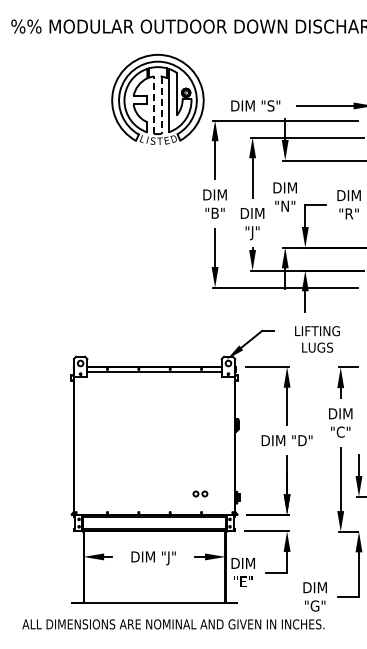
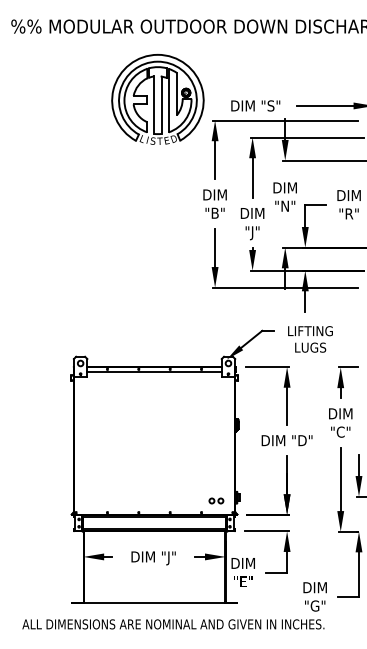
line at (153, 105): dashed -> solid
line at (161, 105): dashed -> solid
text at (317, 339) position: (317, 339) -> (310, 339)
part at (200, 493) position: (200, 493) -> (216, 500)
